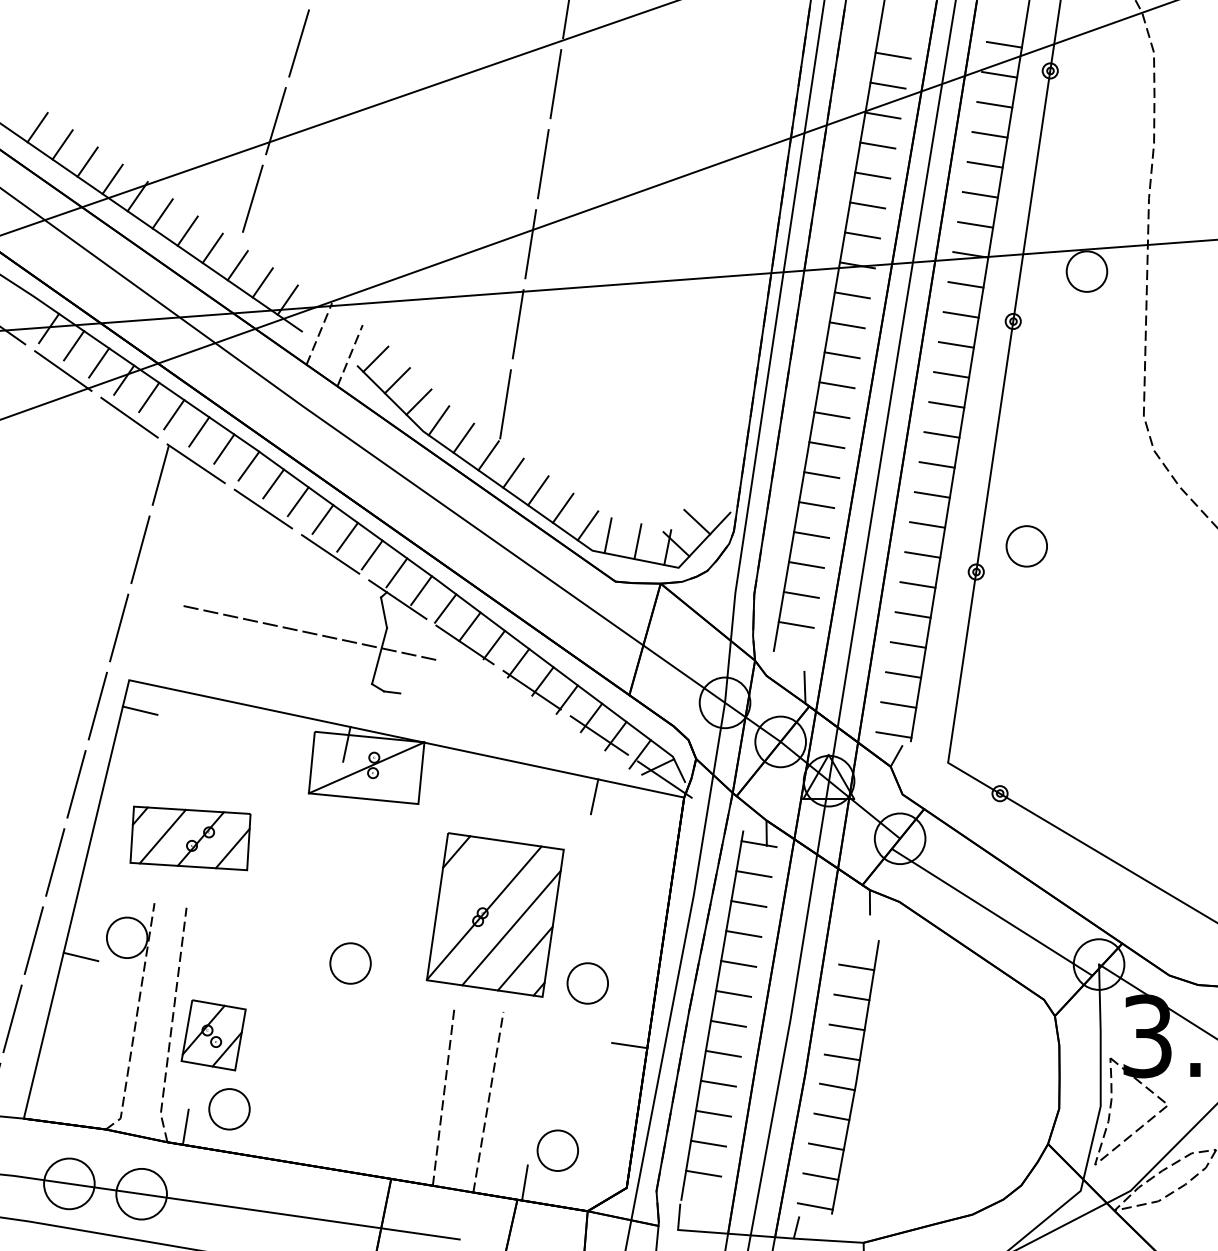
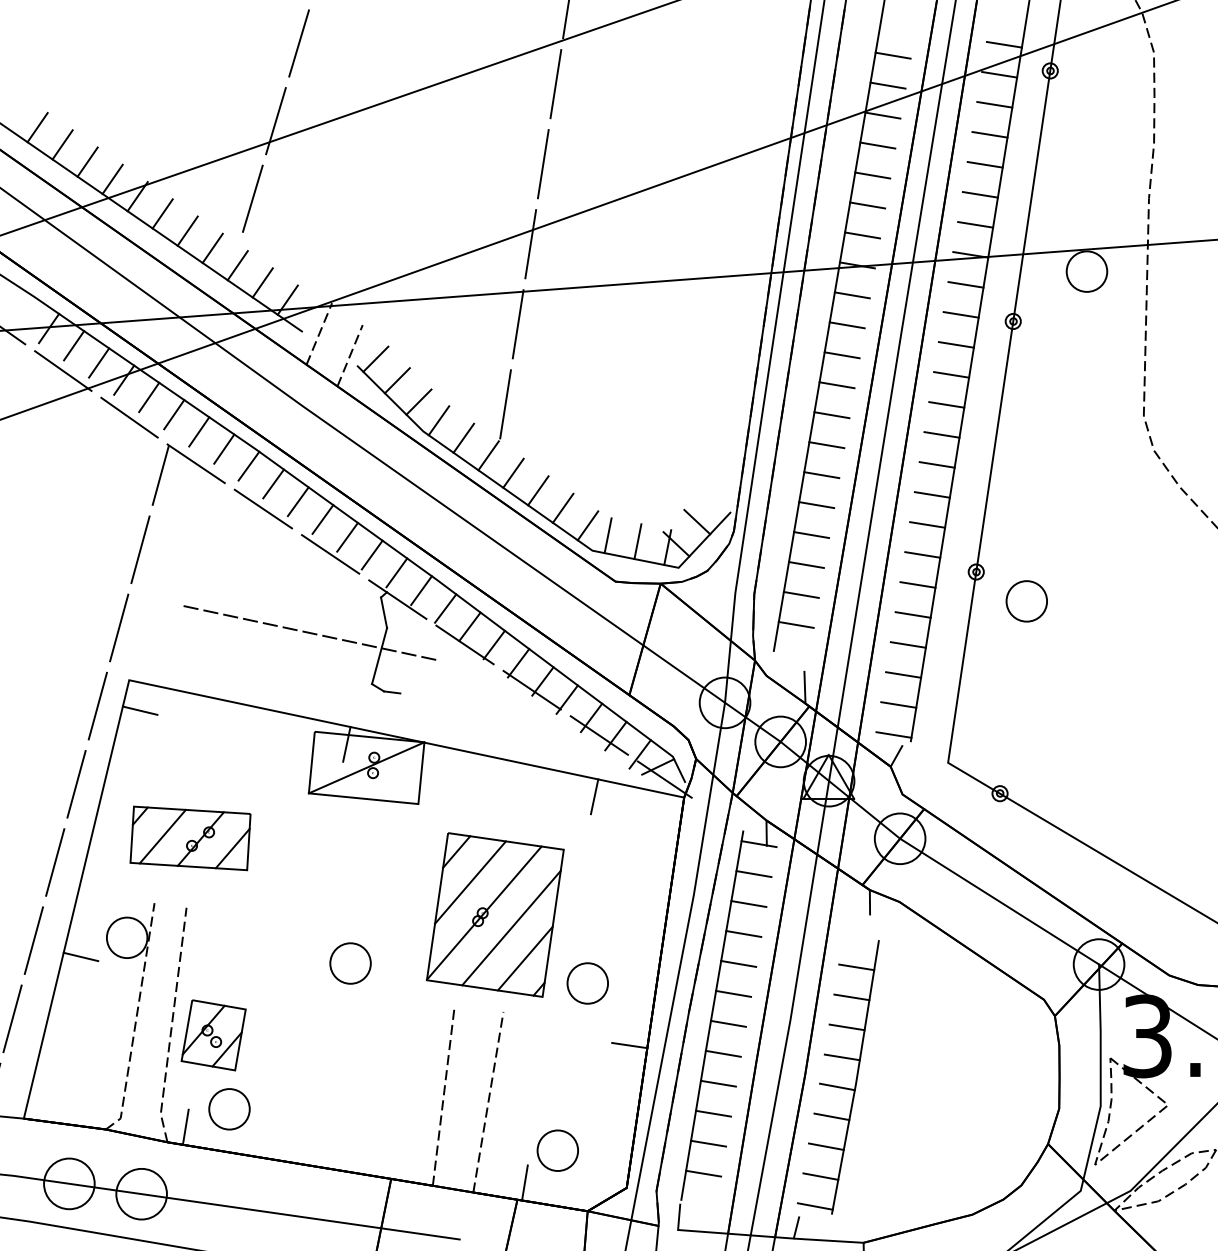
part at (1026, 546) position: (1026, 546) -> (1026, 601)
line at (470, 882): none -> present
line at (992, 912) position: (992, 912) -> (999, 901)
